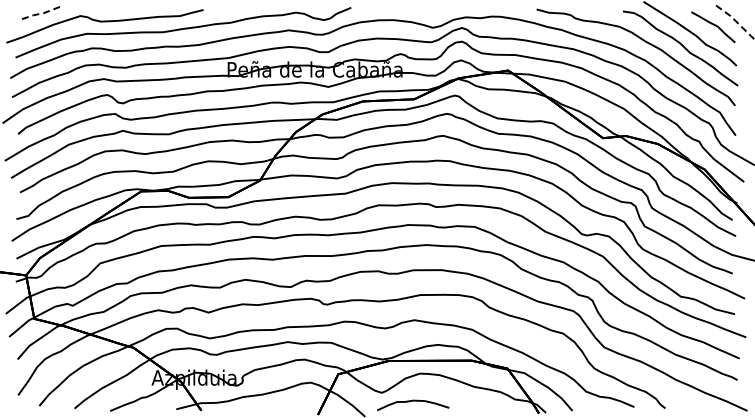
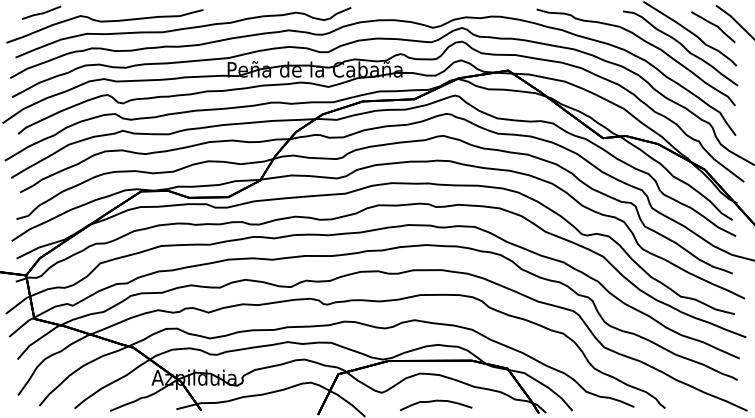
line at (41, 13): dashed -> solid
line at (735, 21): dashed -> solid
curve at (413, 401) position: (413, 401) -> (436, 401)
